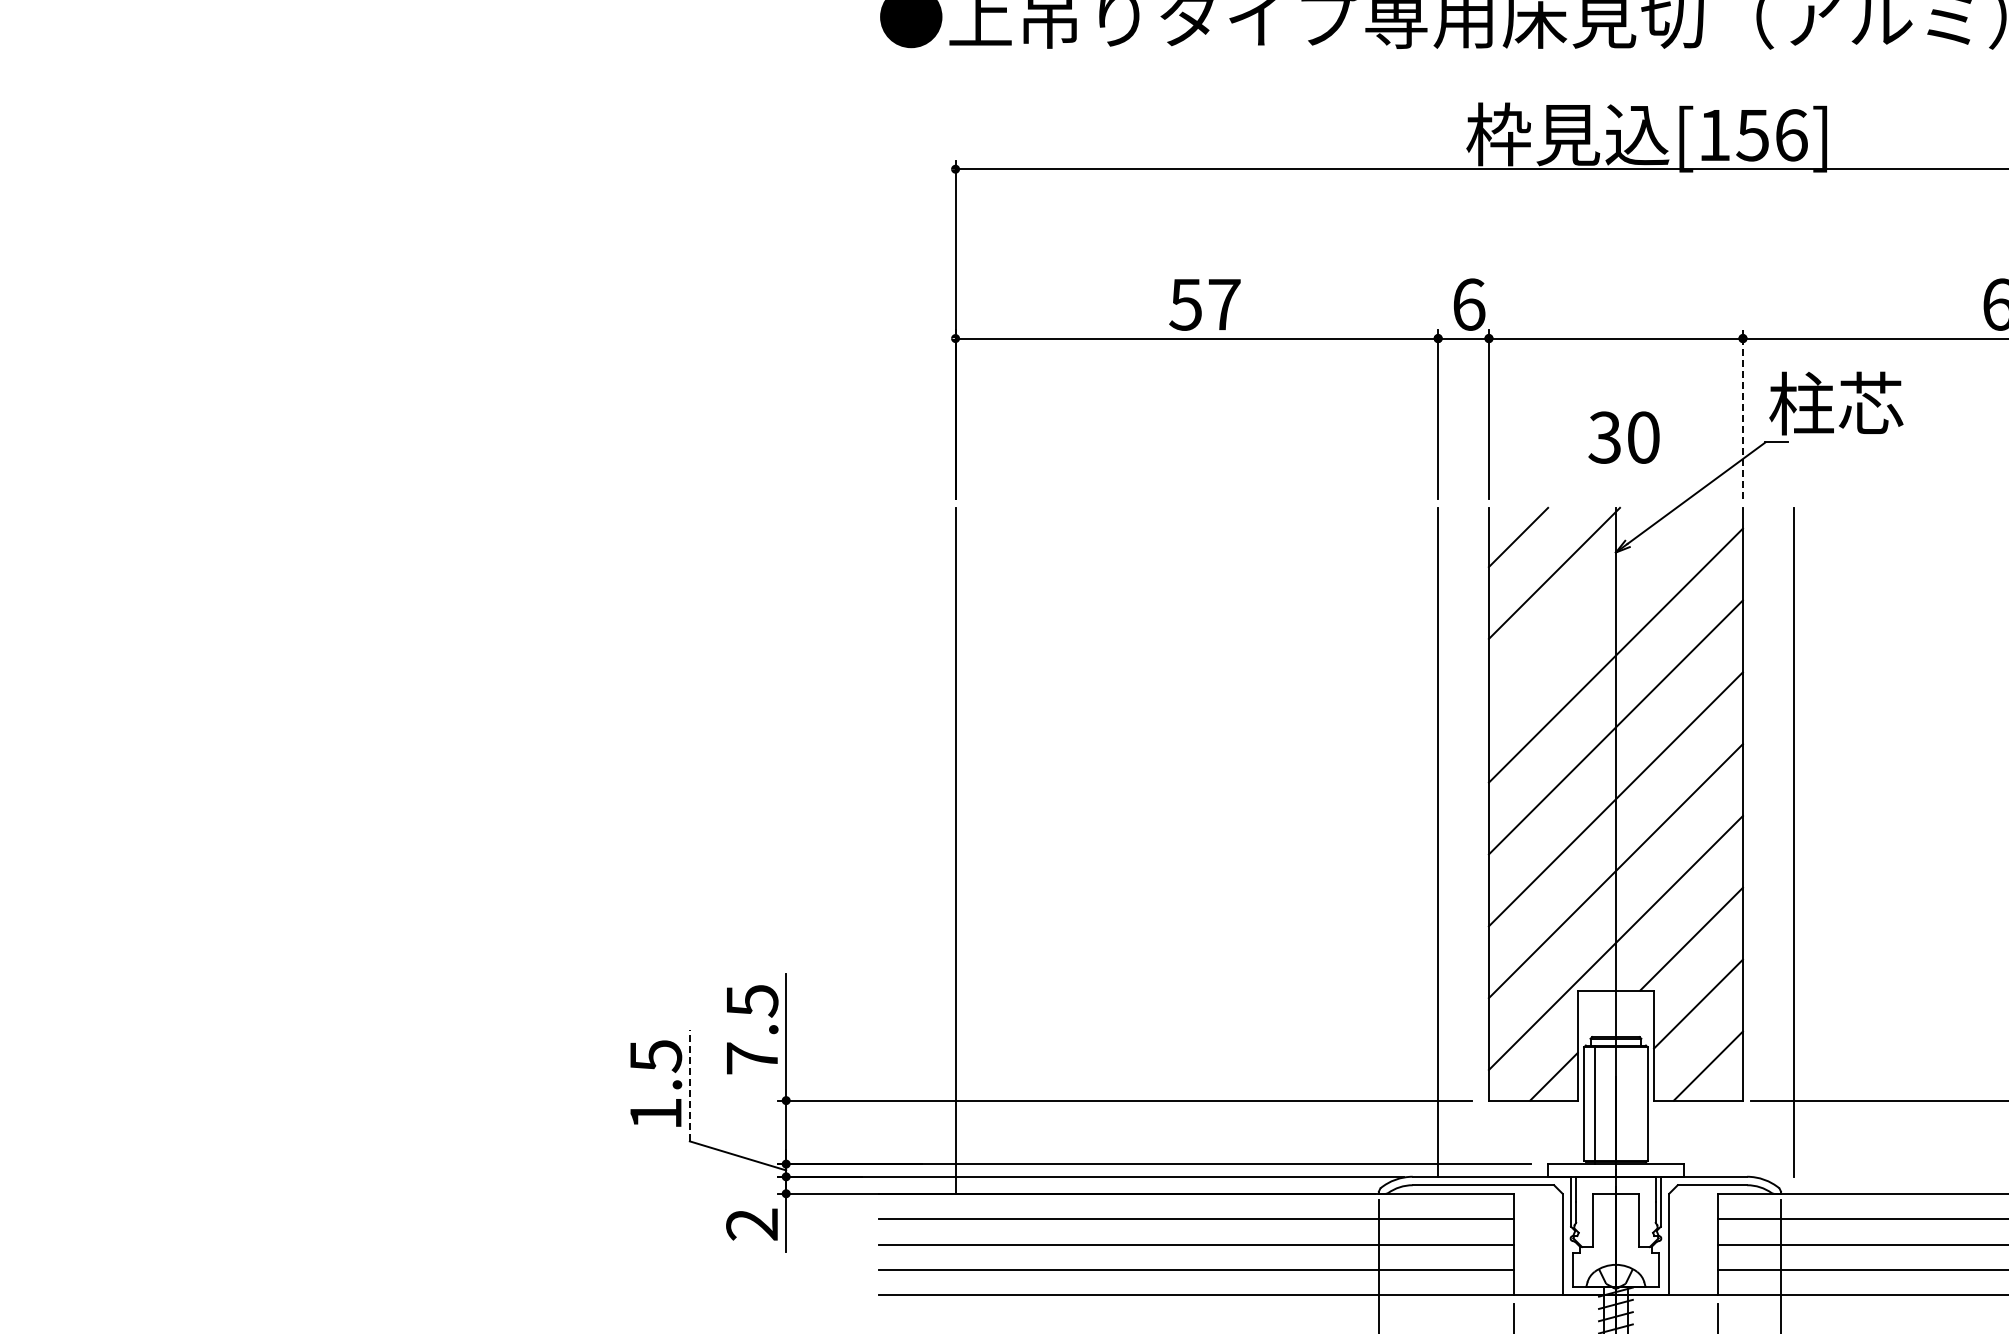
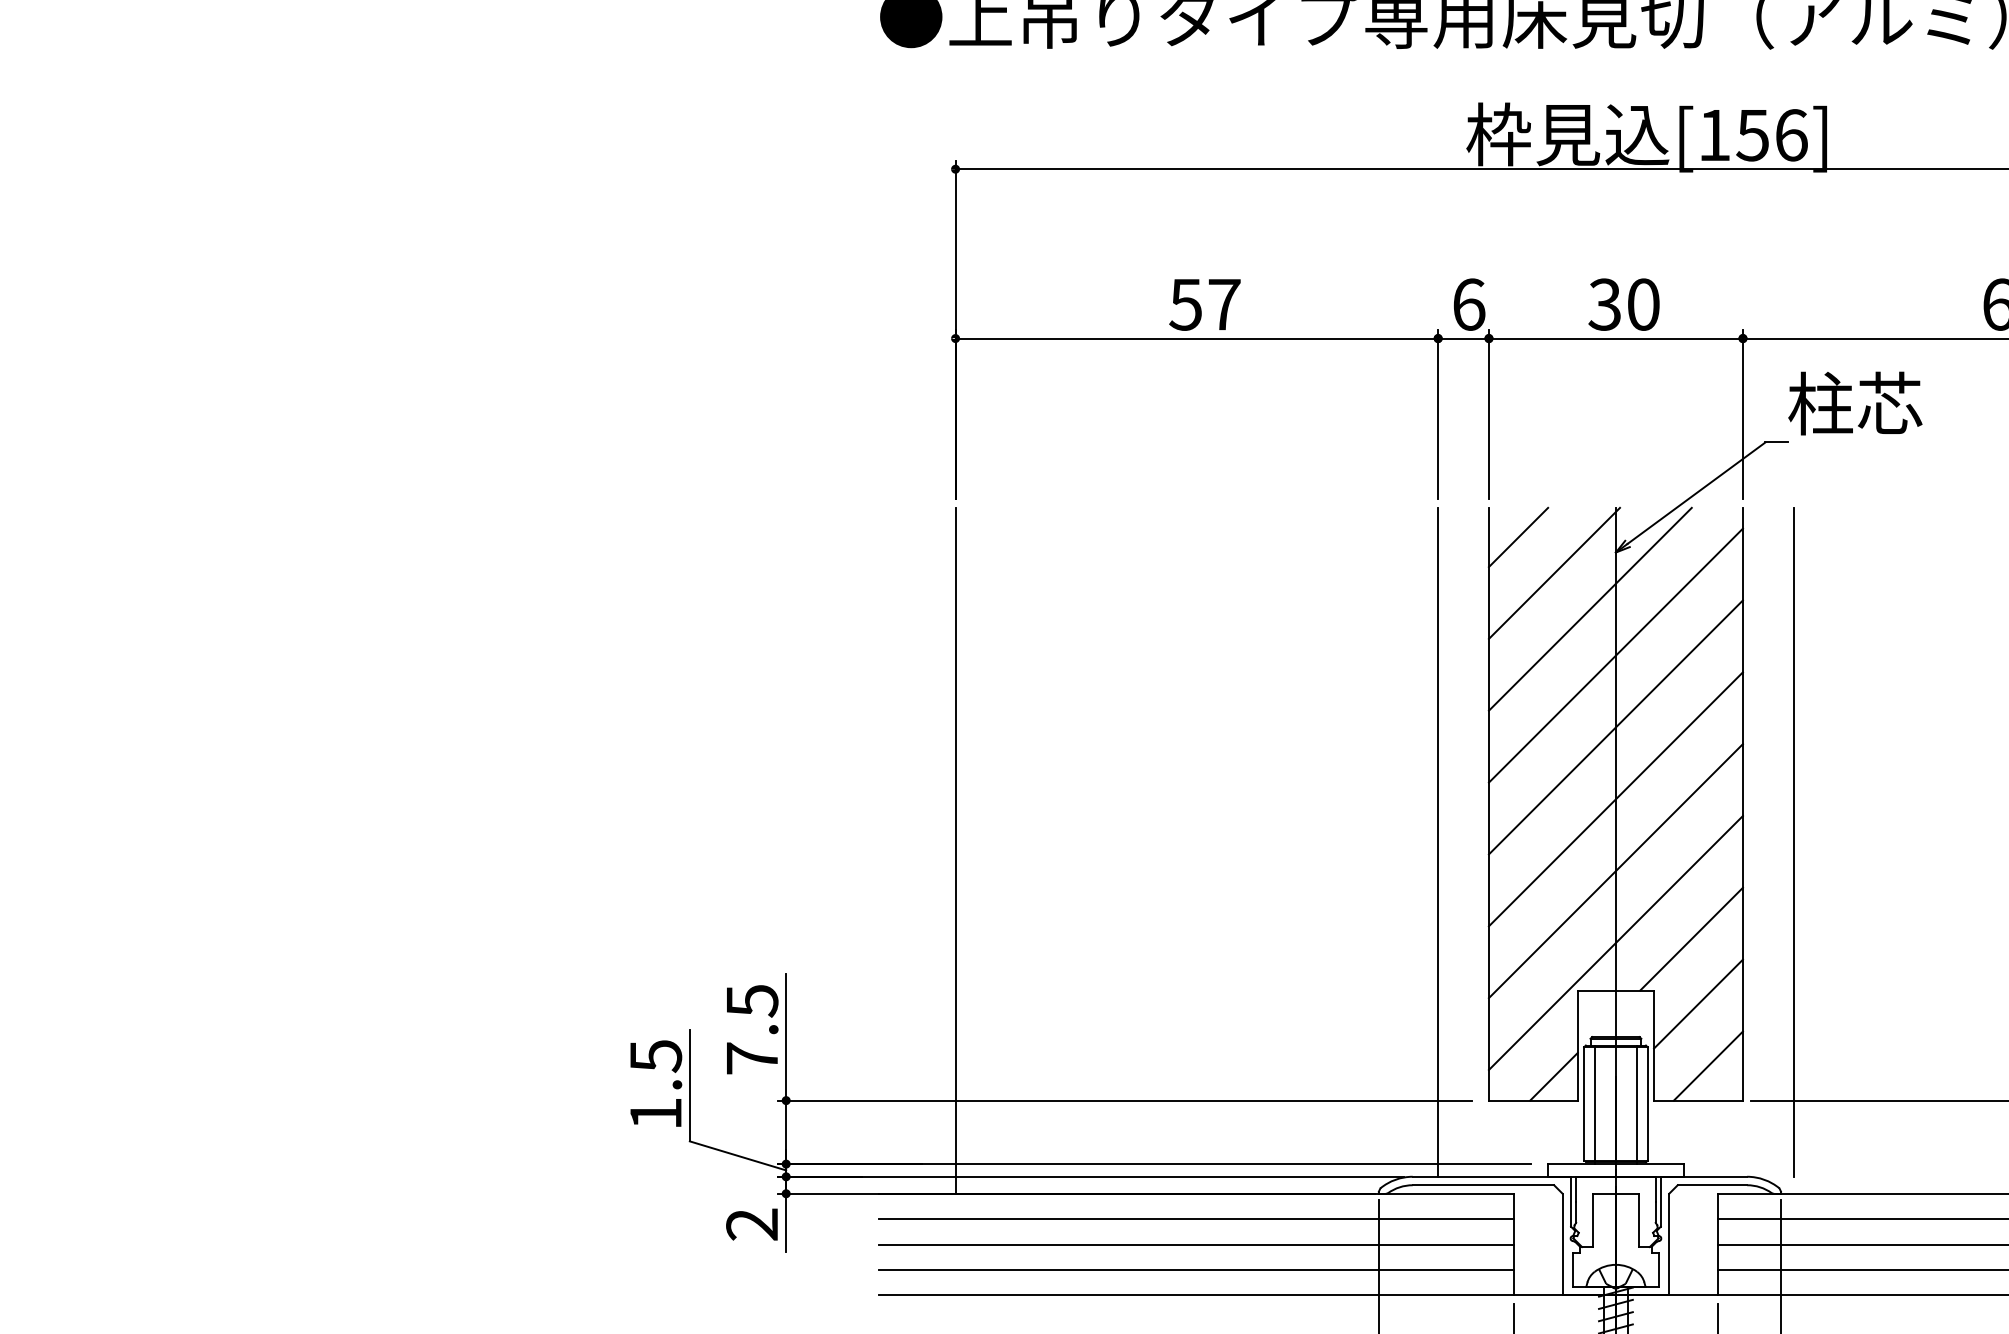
text at (1836, 403) position: (1836, 403) -> (1855, 403)
line at (1742, 414): dashed -> solid
text at (1623, 437) position: (1623, 437) -> (1623, 304)
line at (1589, 608): none -> present
line at (689, 1085): dashed -> solid
line at (1637, 1104): none -> present
